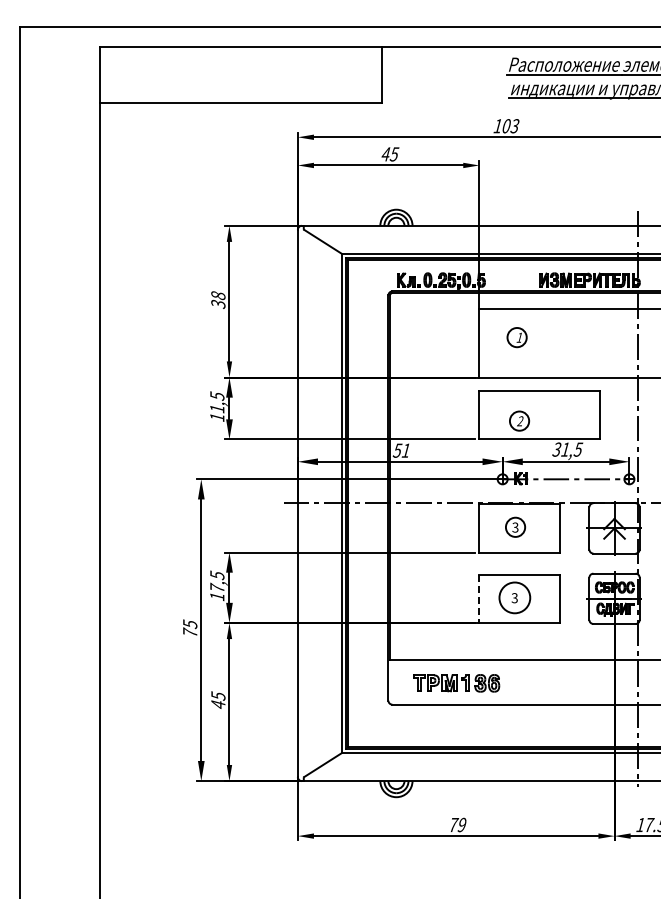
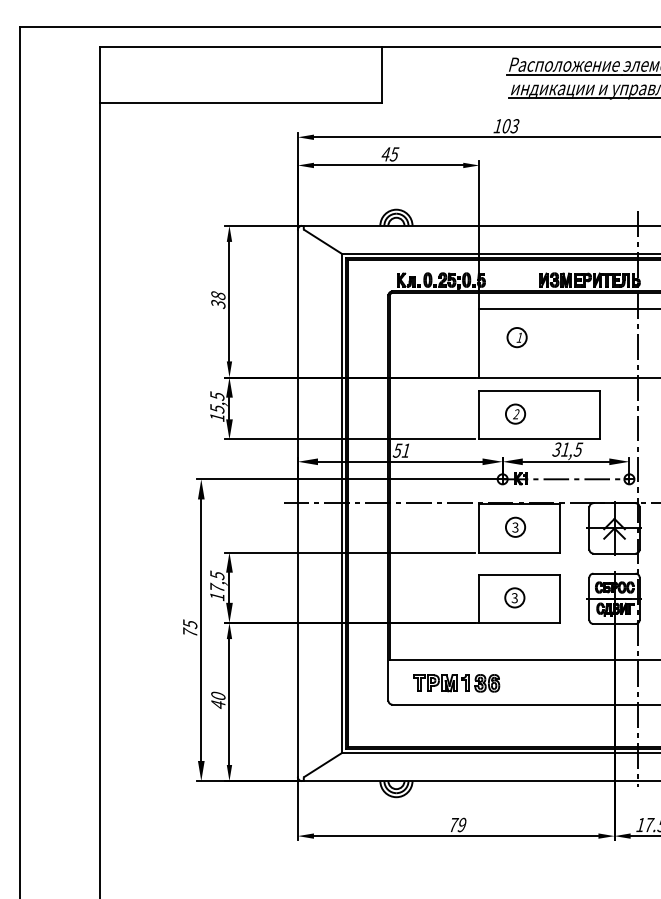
text at (217, 408): 11,5 -> 15,5
part at (519, 420) position: (519, 420) -> (515, 413)
circle at (514, 597) diameter: 31 px -> 19 px
line at (479, 599): dashed -> solid
text at (218, 695): 45 -> 40
